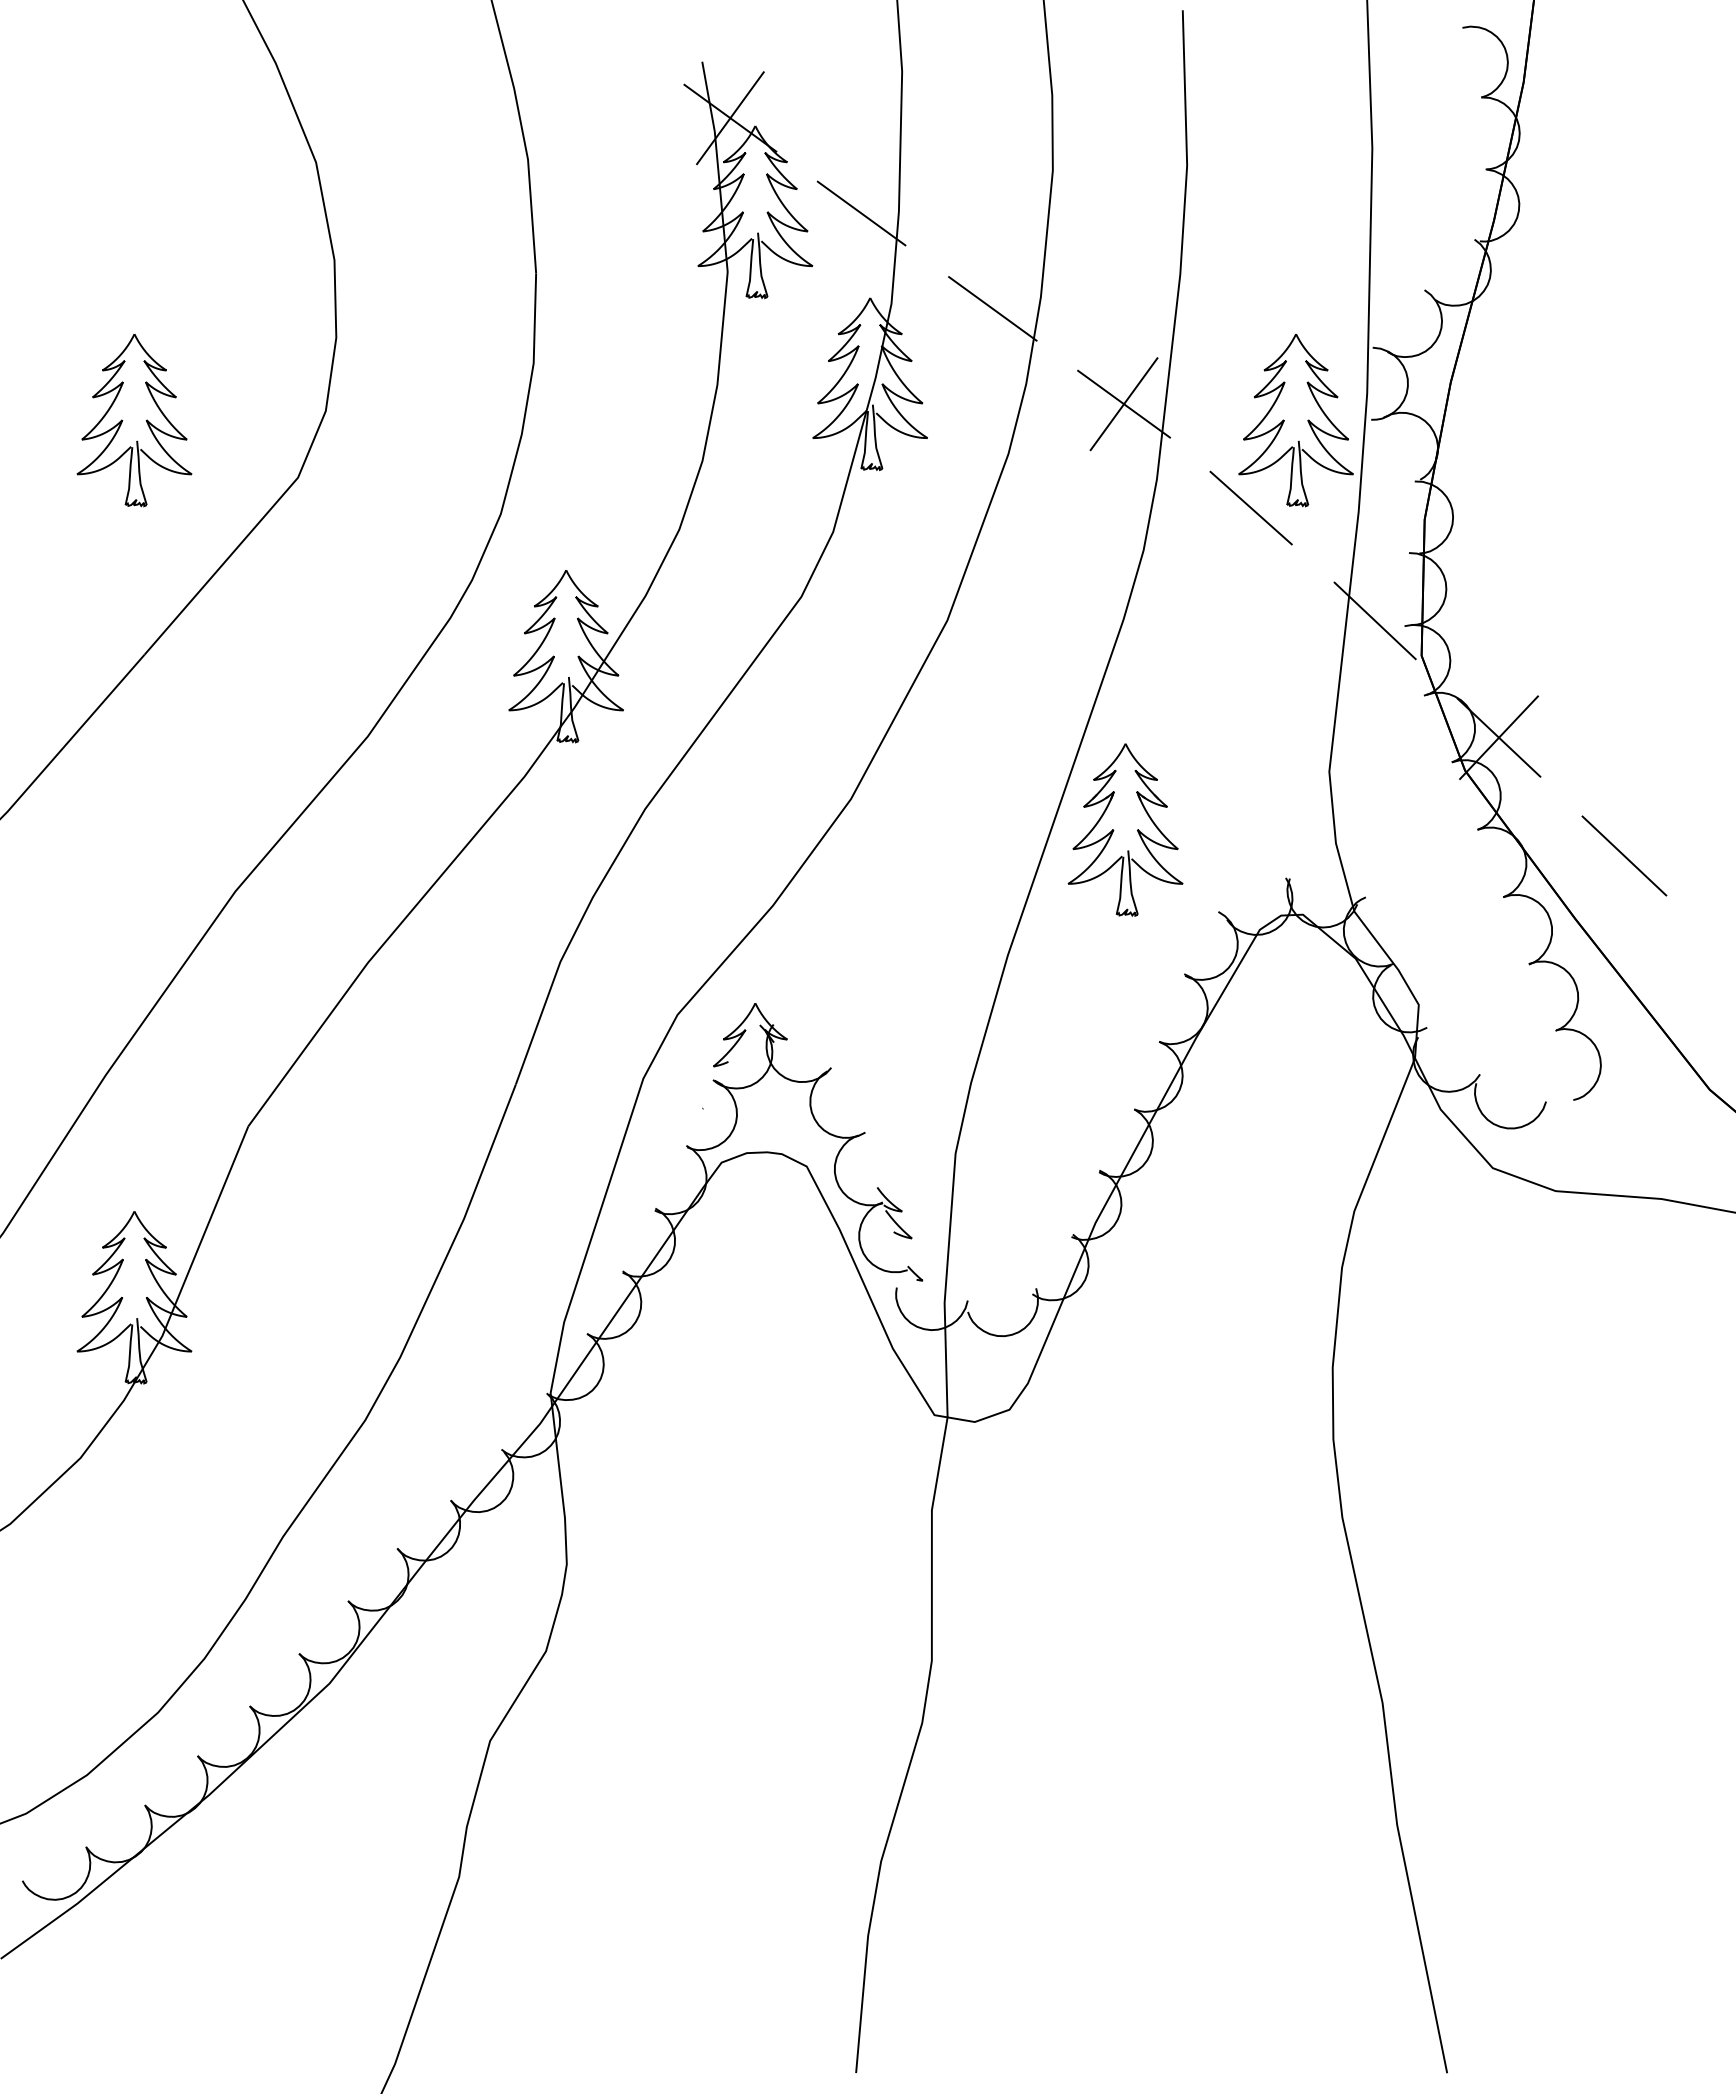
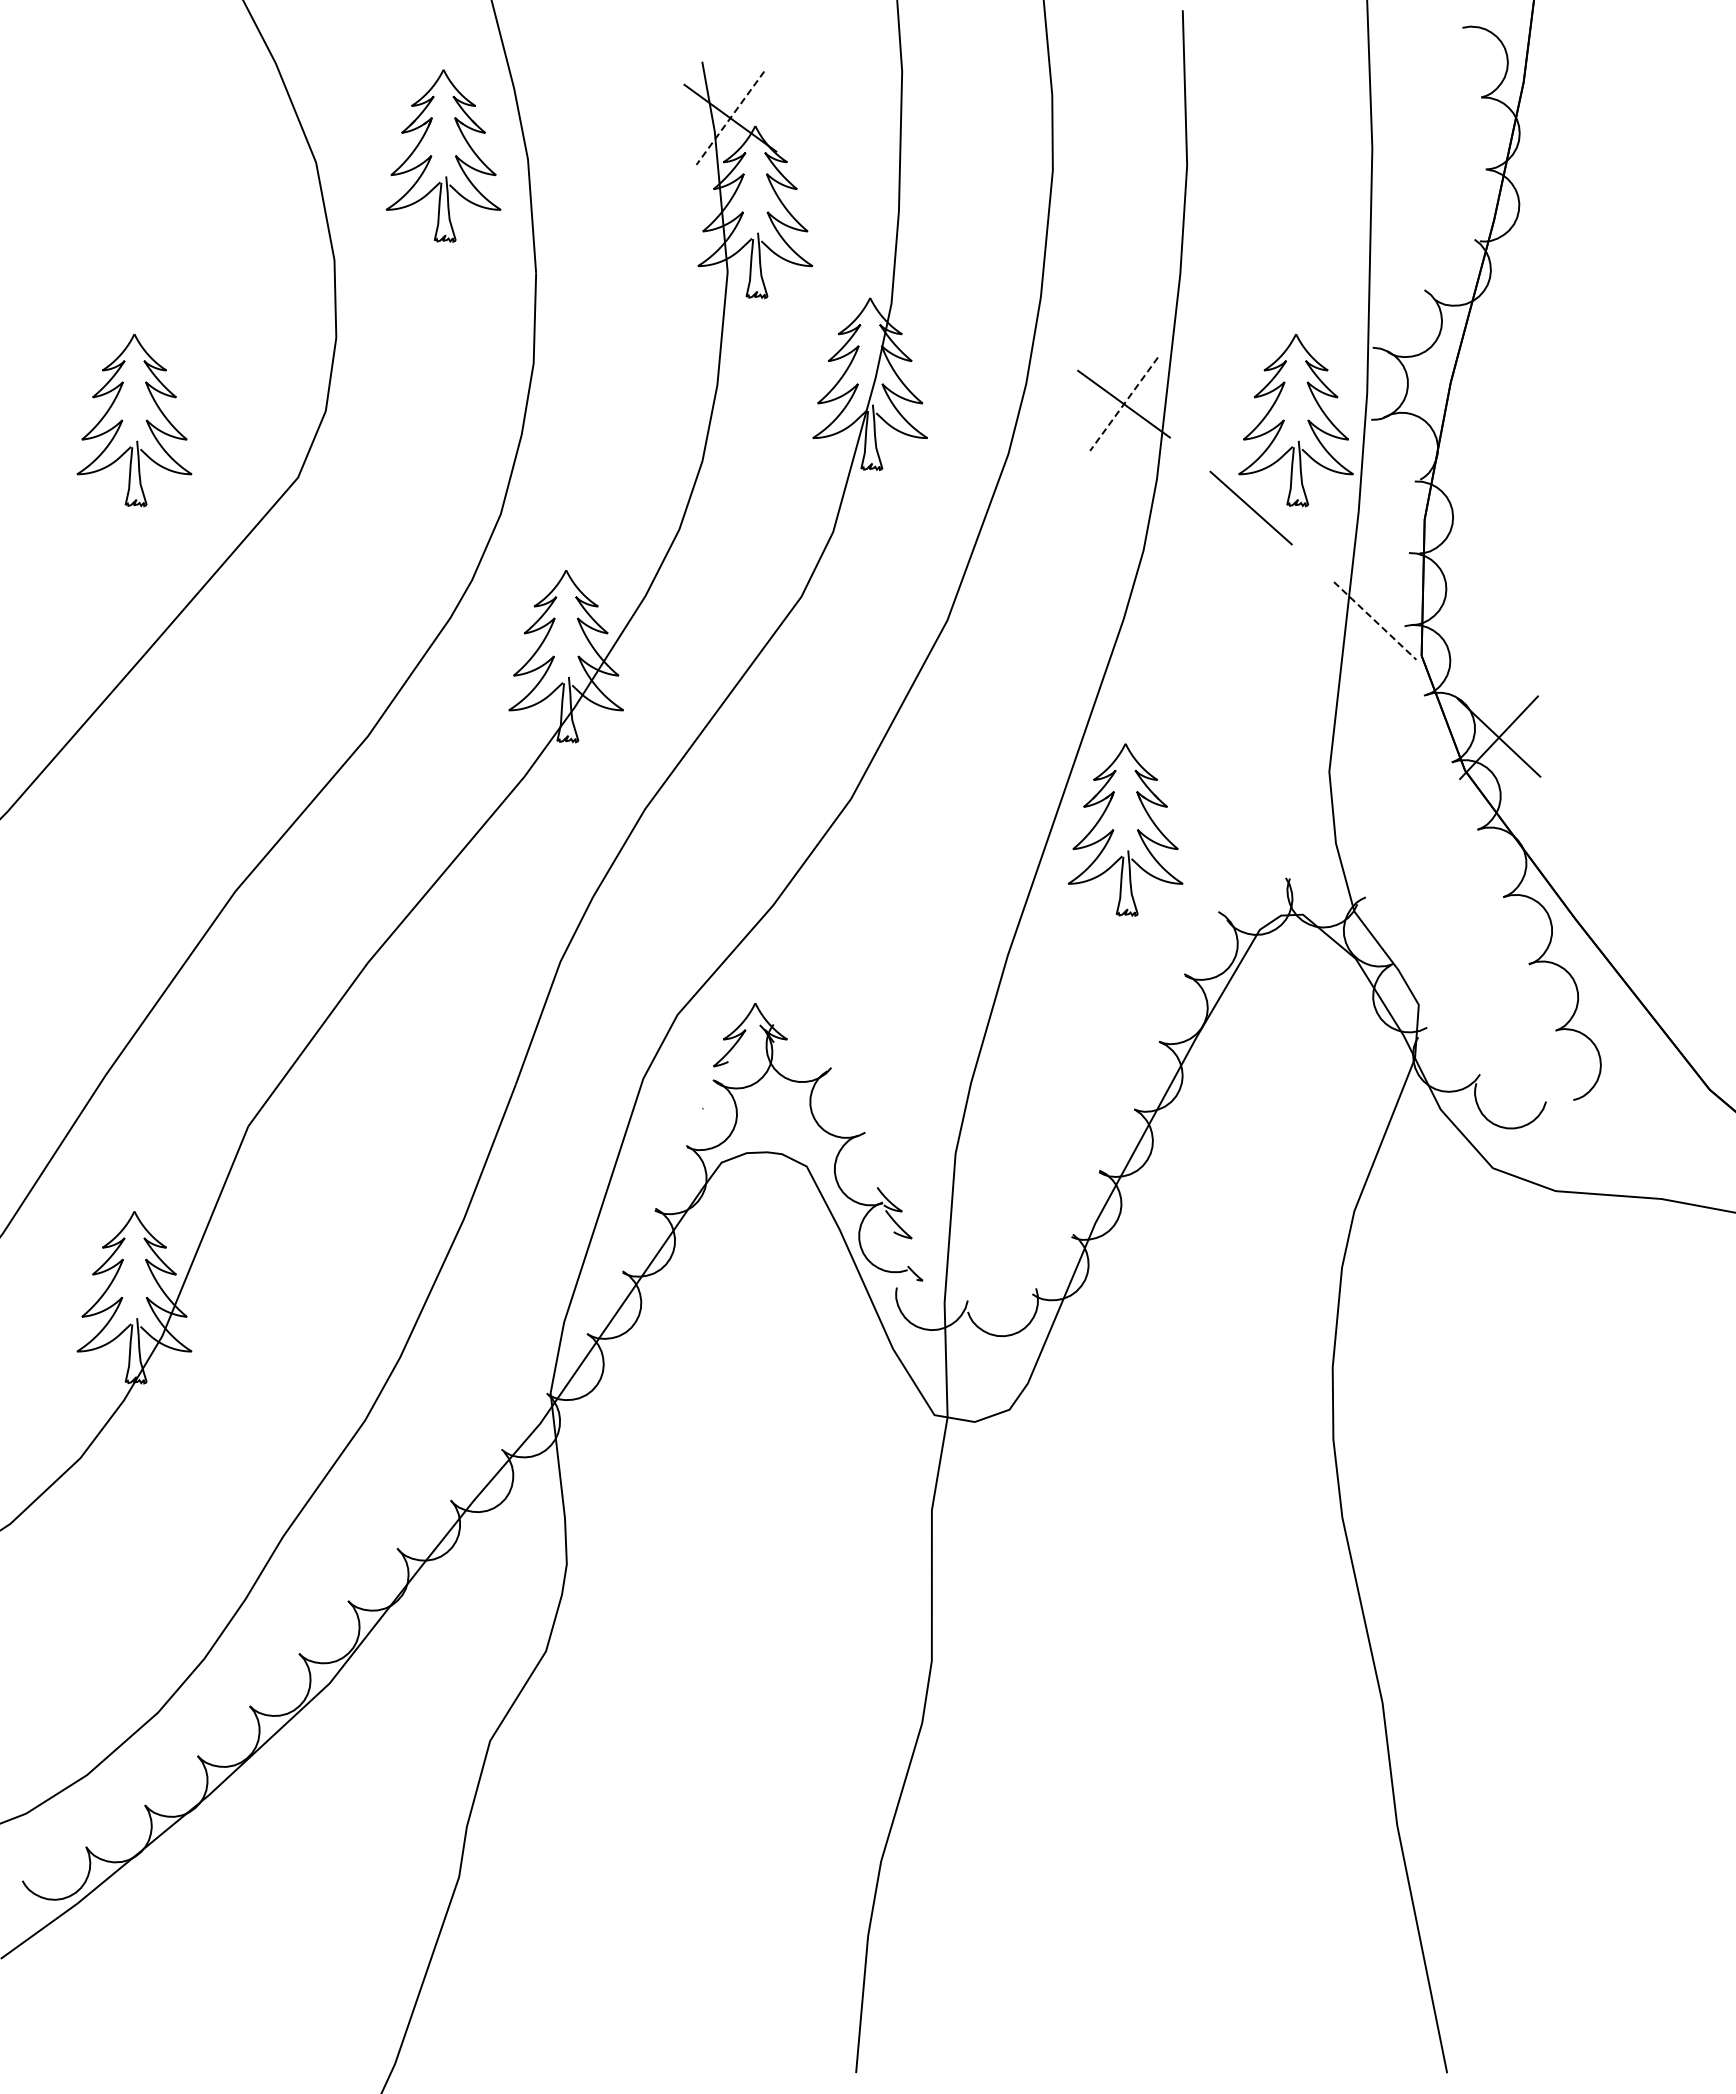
line at (730, 118): solid -> dashed
part at (443, 155): none -> present
line at (861, 213): present -> none
line at (992, 308): present -> none
line at (1124, 404): solid -> dashed
line at (1375, 620): solid -> dashed
line at (1624, 855): present -> none
